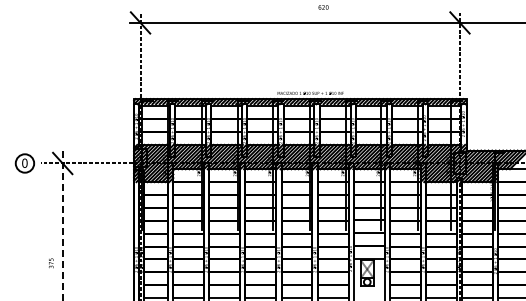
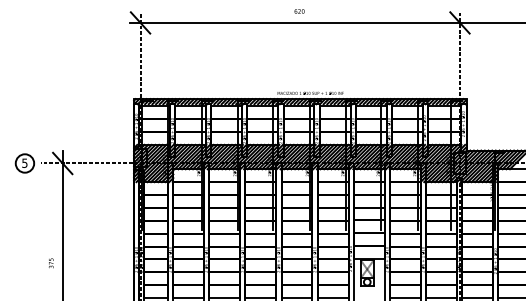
text at (323, 7) position: (323, 7) -> (299, 11)
text at (24, 162): 0 -> 5
line at (62, 226): dashed -> solid
